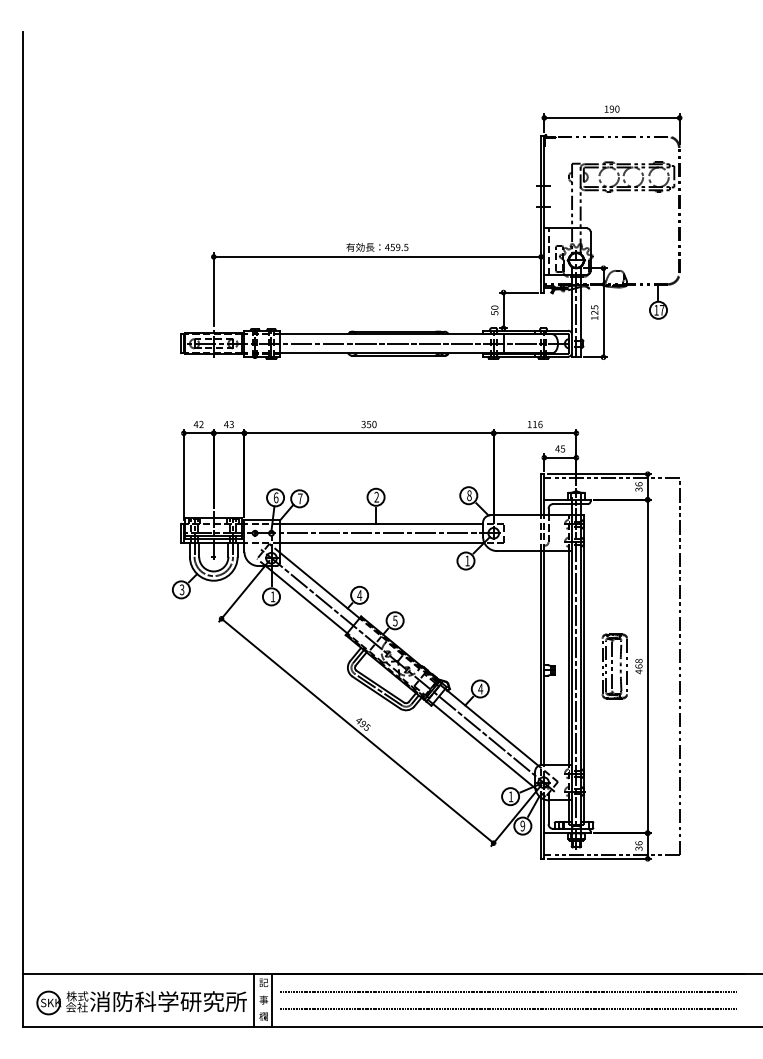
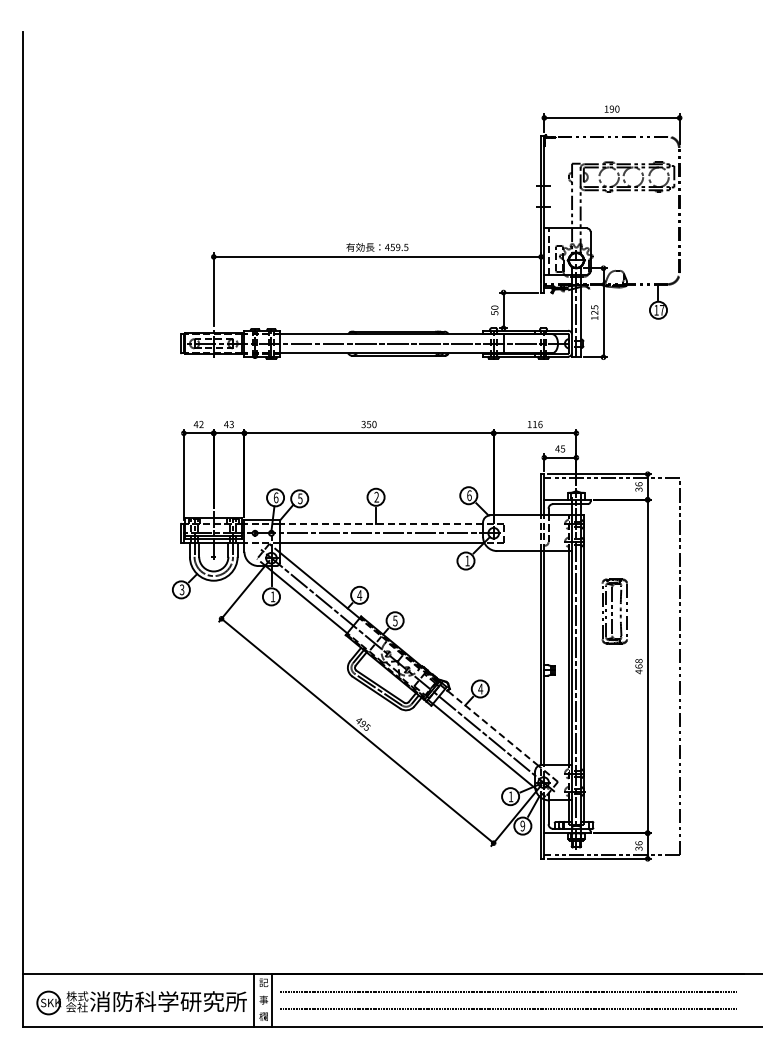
text at (469, 495): 8 -> 6
text at (300, 498): 7 -> 5
line at (383, 523): solid -> dashed
part at (614, 666) position: (614, 666) -> (614, 611)
line at (491, 727): solid -> dashed
